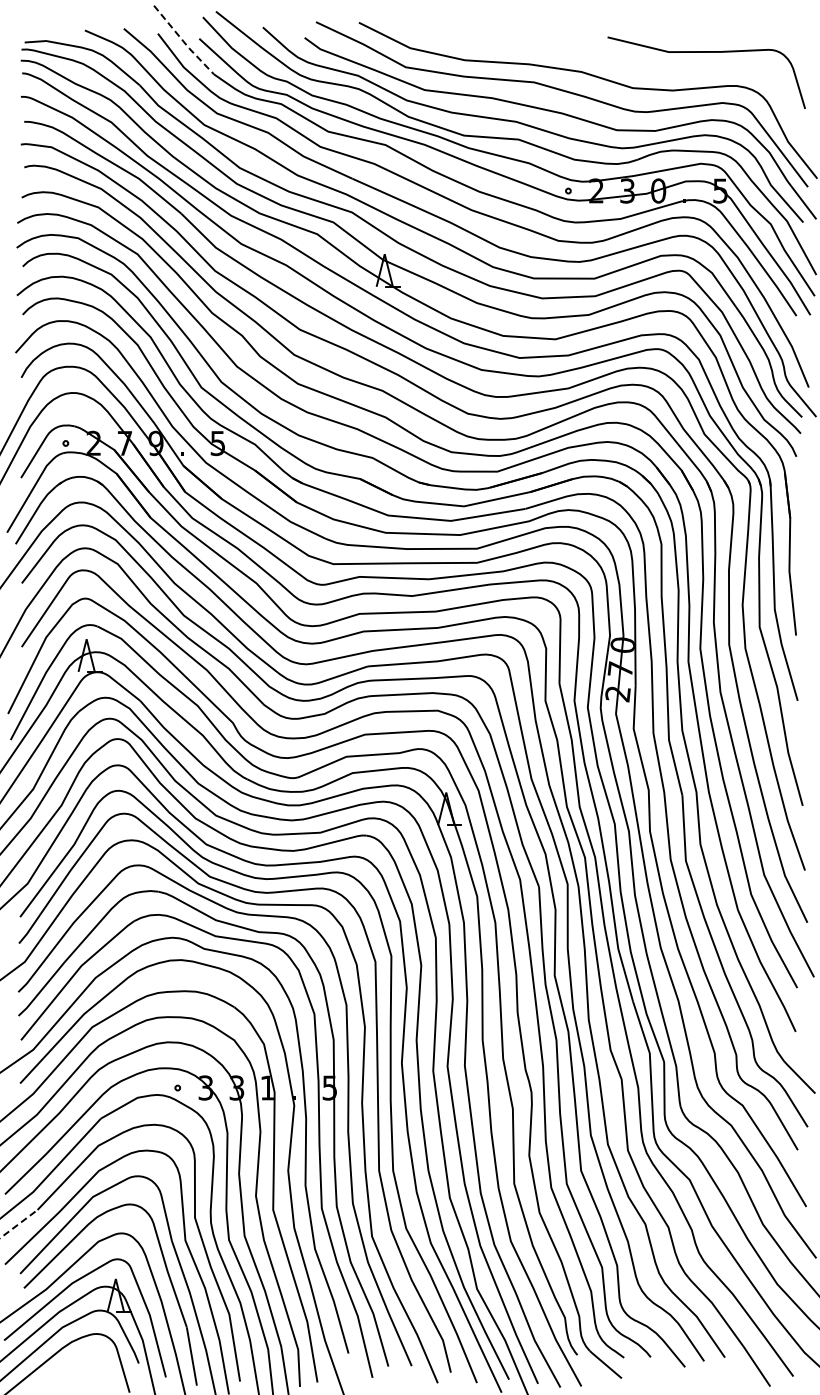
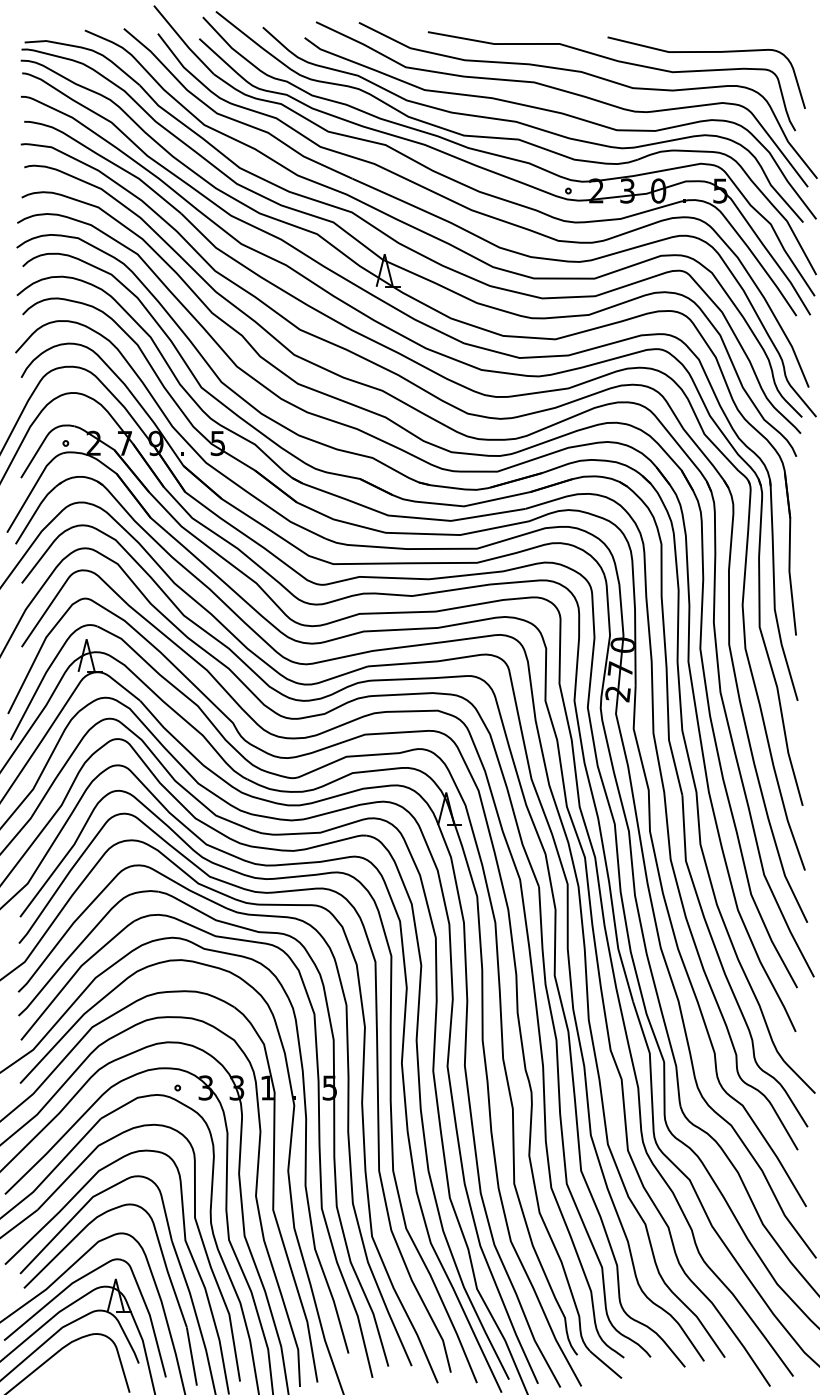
line at (183, 41): dashed -> solid
curve at (614, 61): none -> present
line at (19, 1223): dashed -> solid
